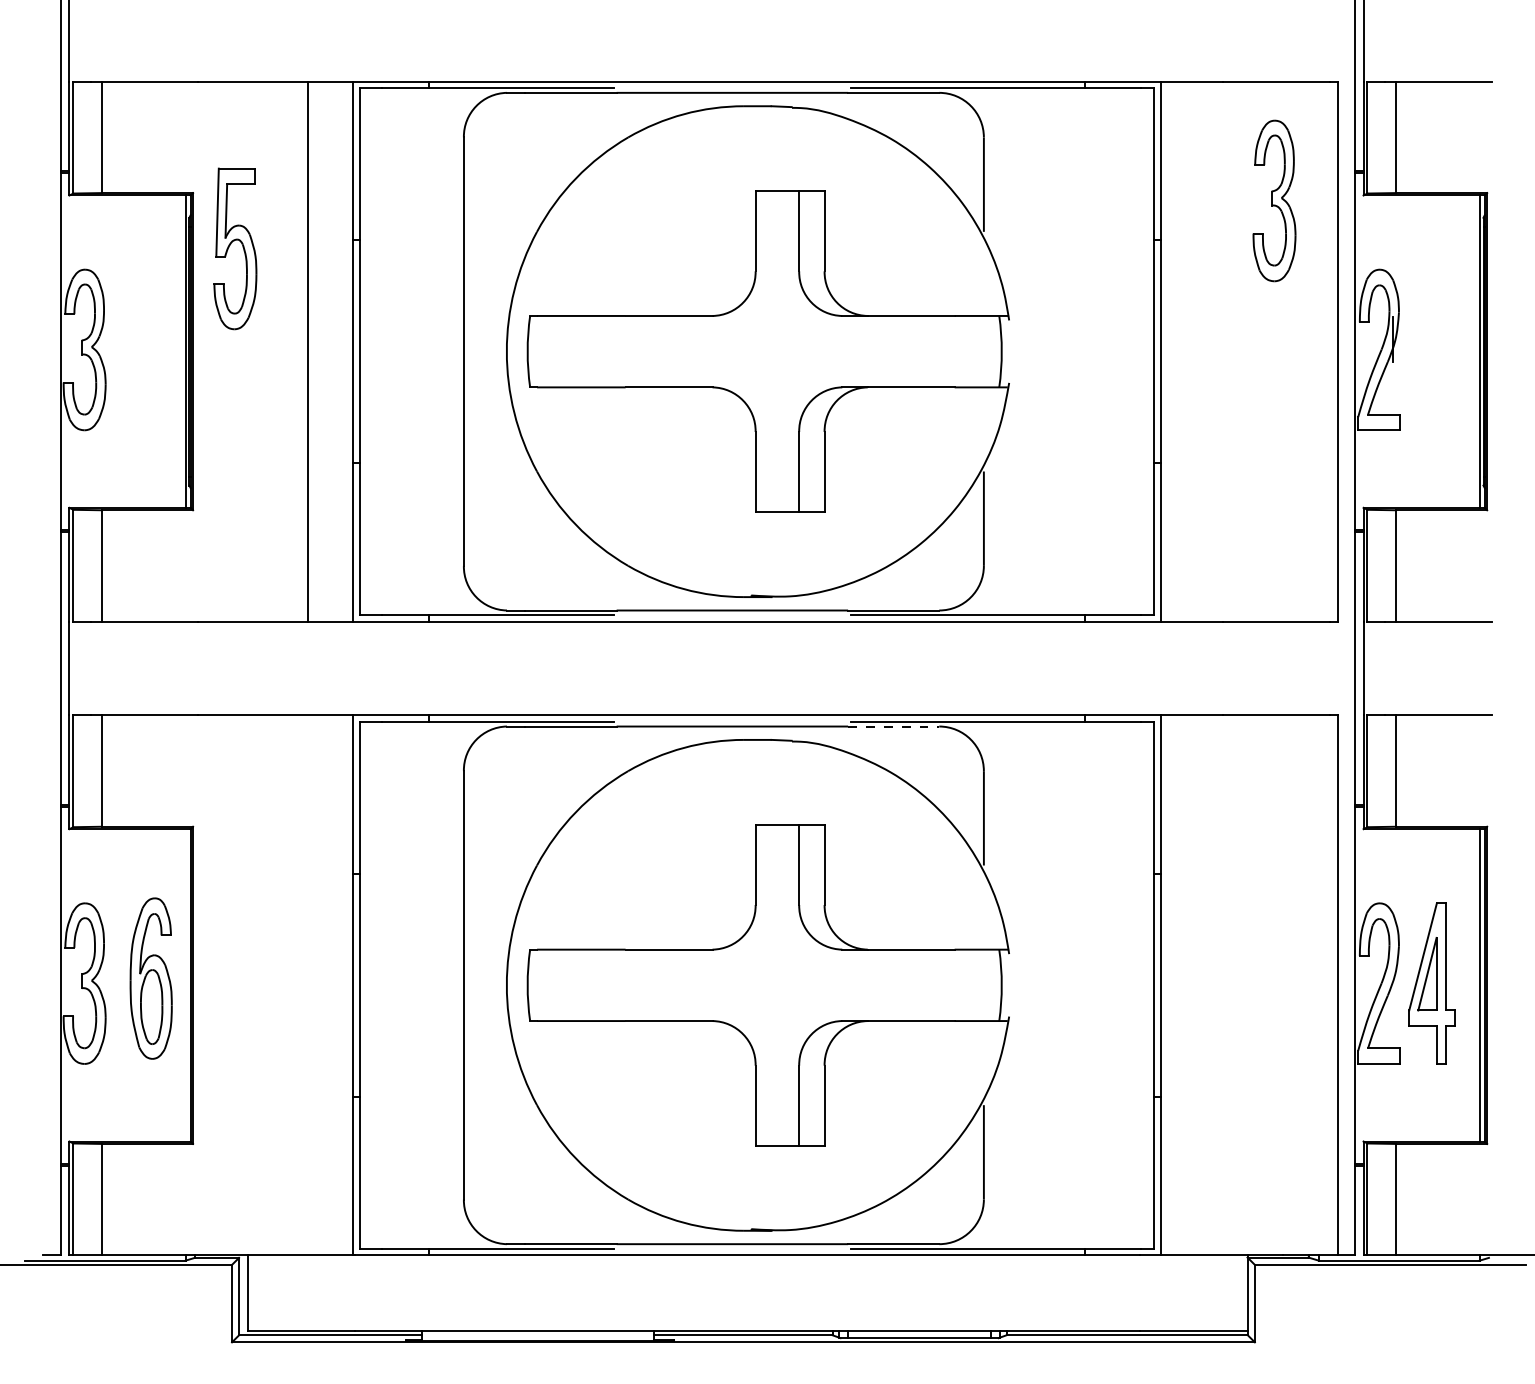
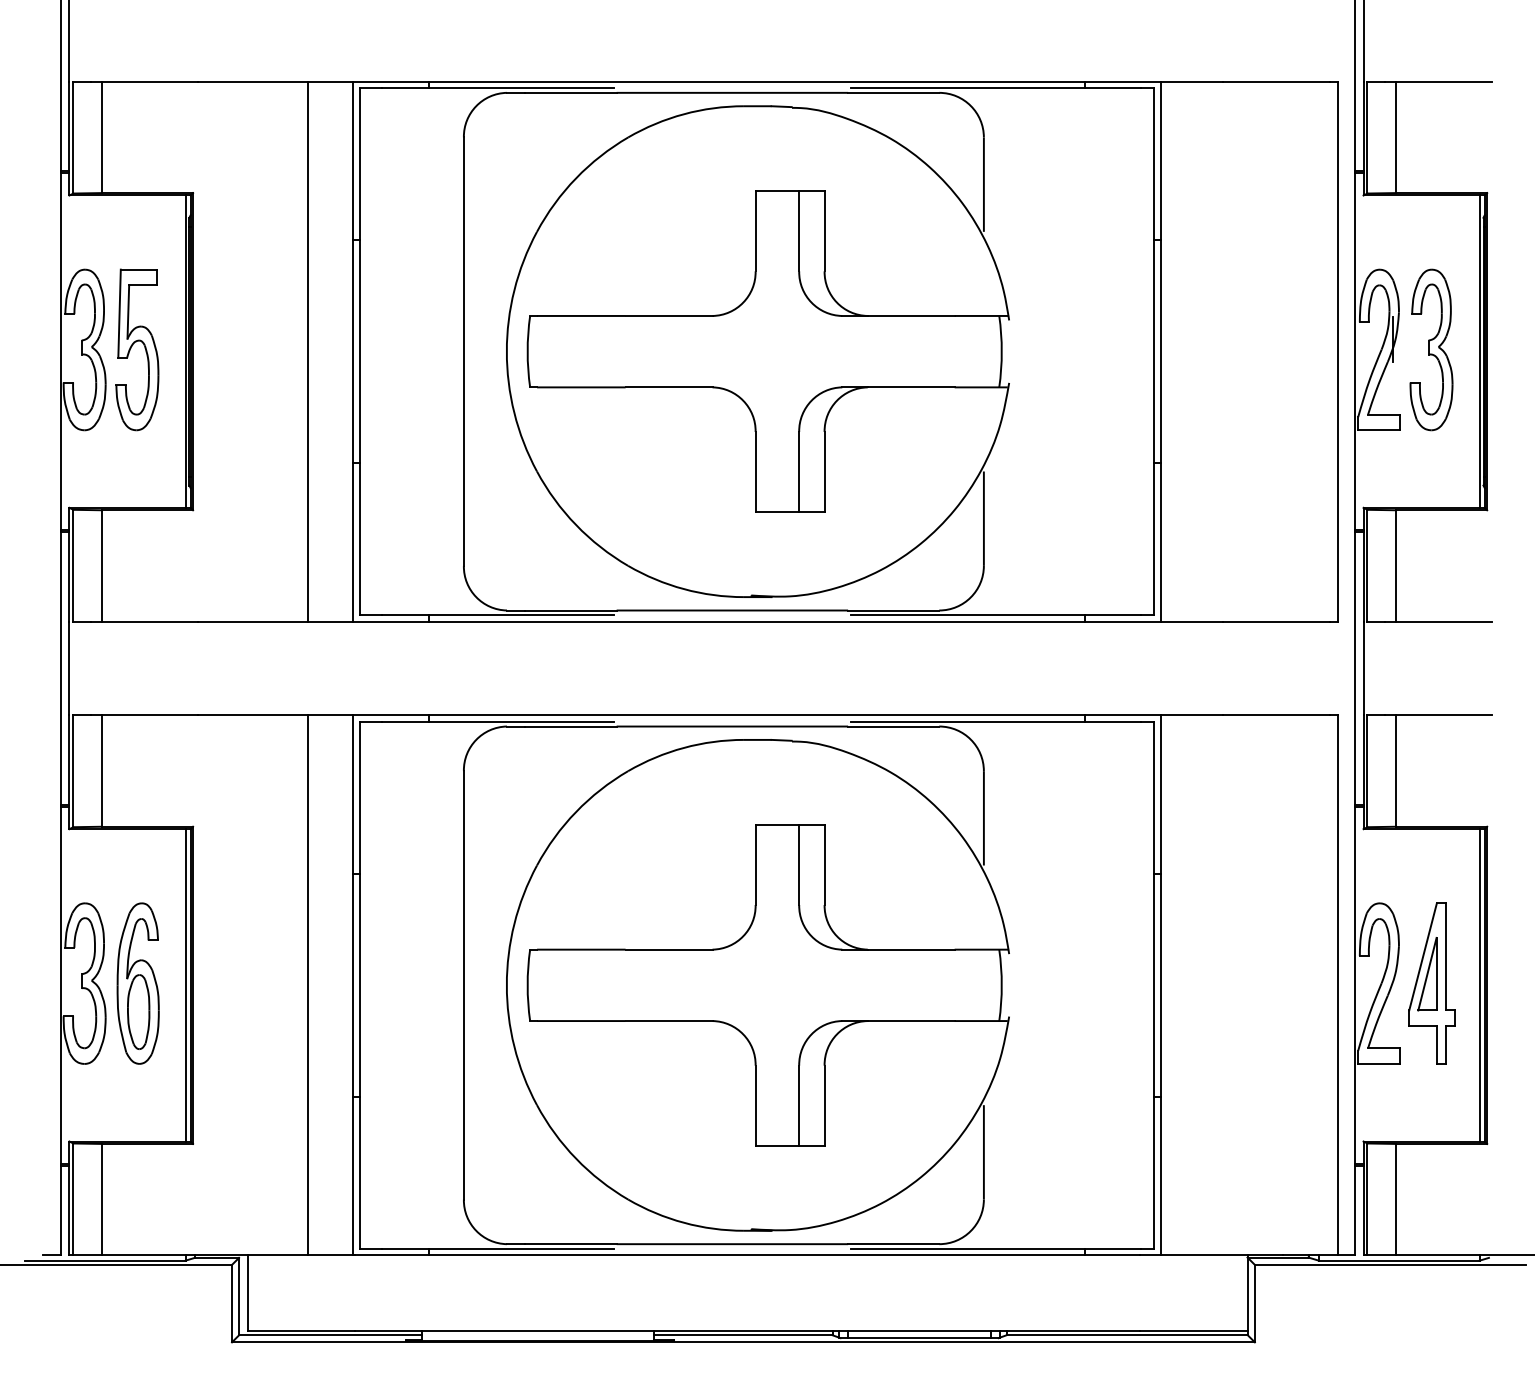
part at (1274, 200) position: (1274, 200) -> (1431, 349)
part at (235, 248) position: (235, 248) -> (137, 349)
line at (893, 726): dashed -> solid
part at (150, 978) position: (150, 978) -> (137, 983)
line at (185, 985): none -> present
line at (308, 985): none -> present
